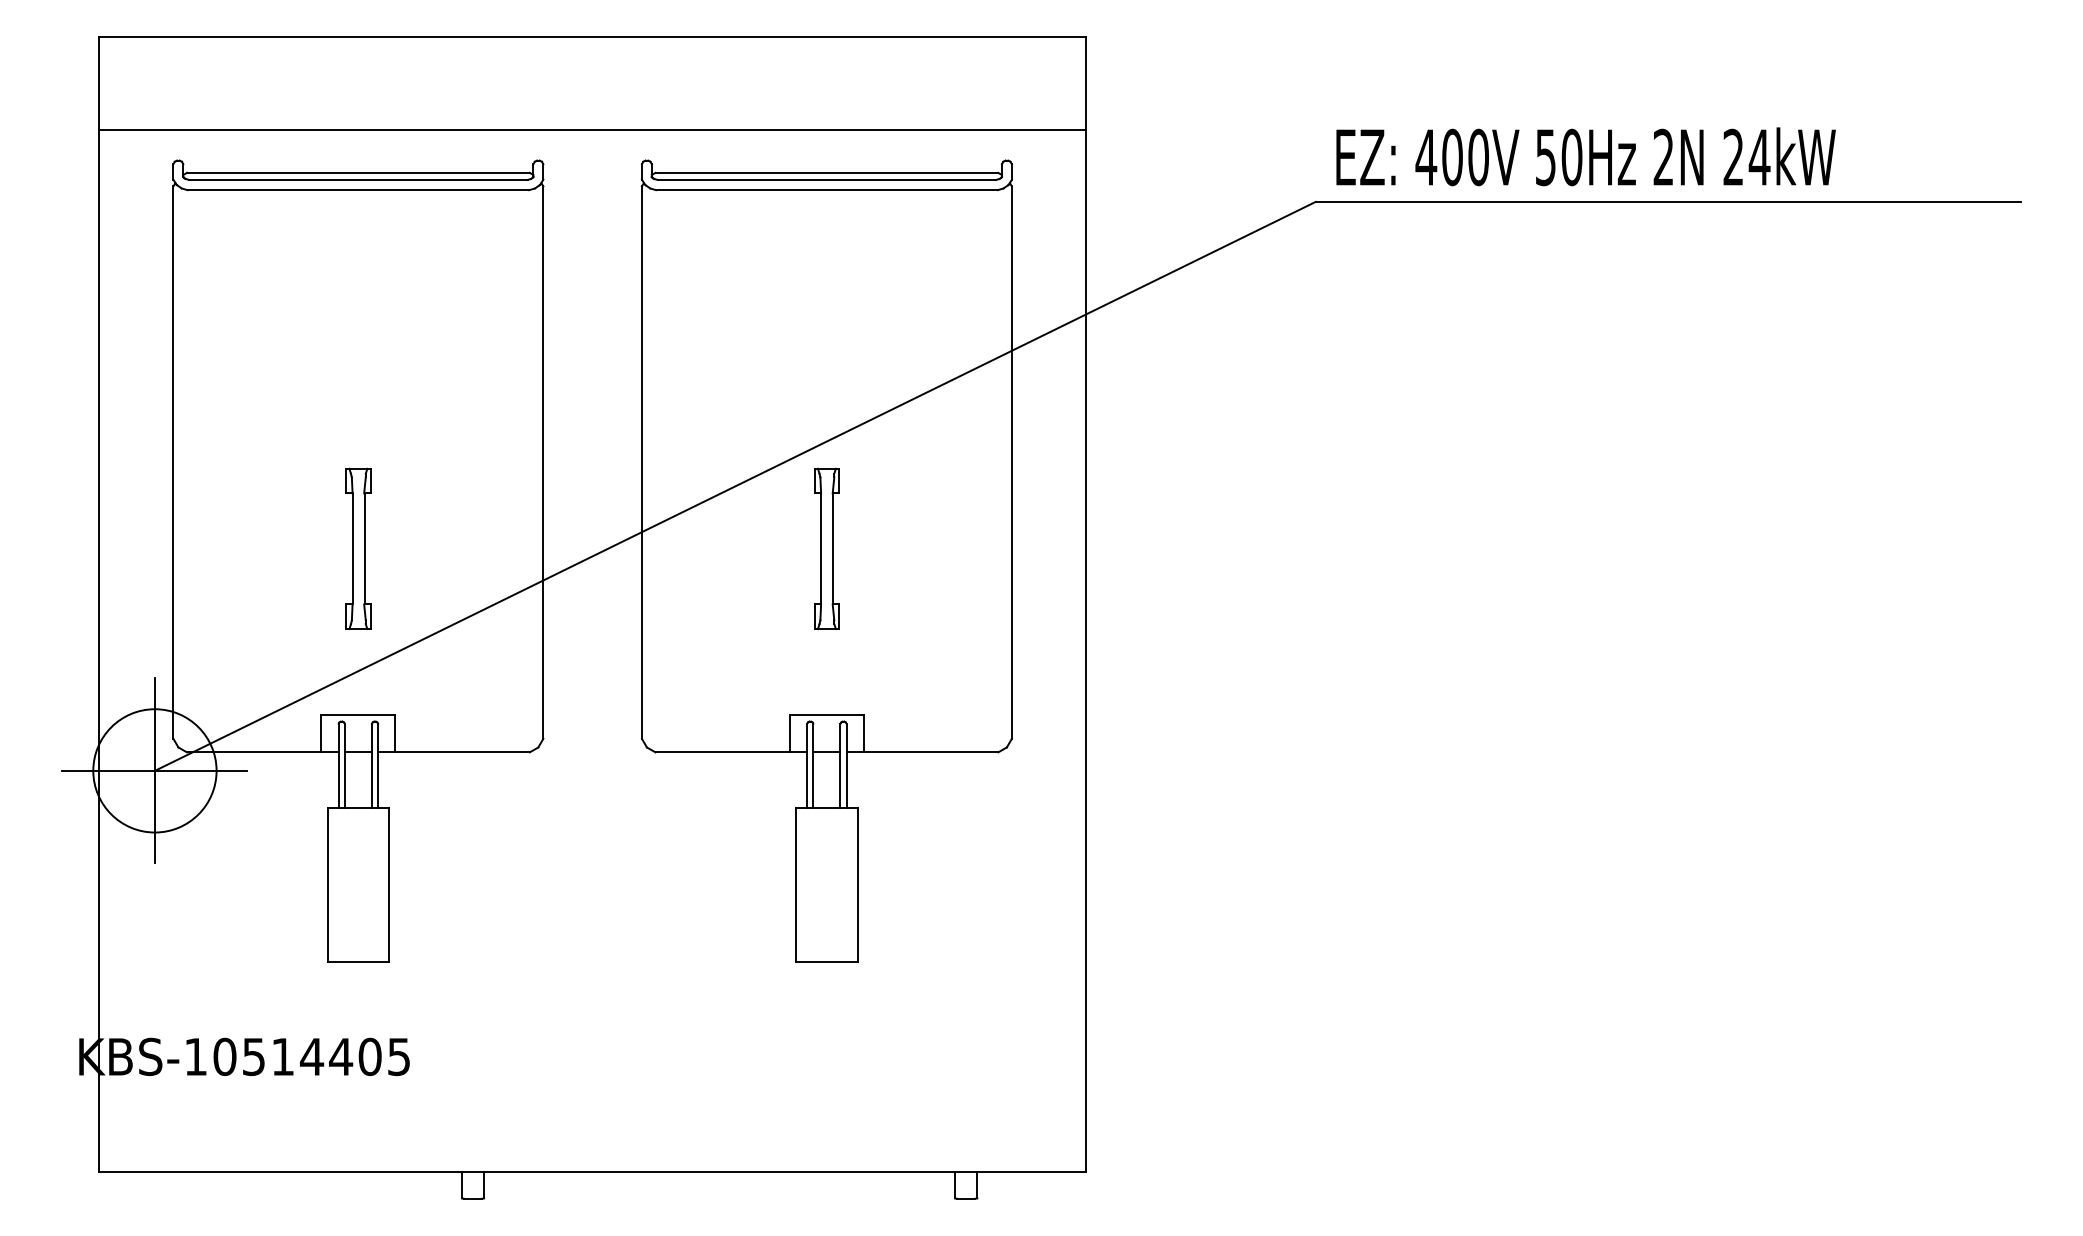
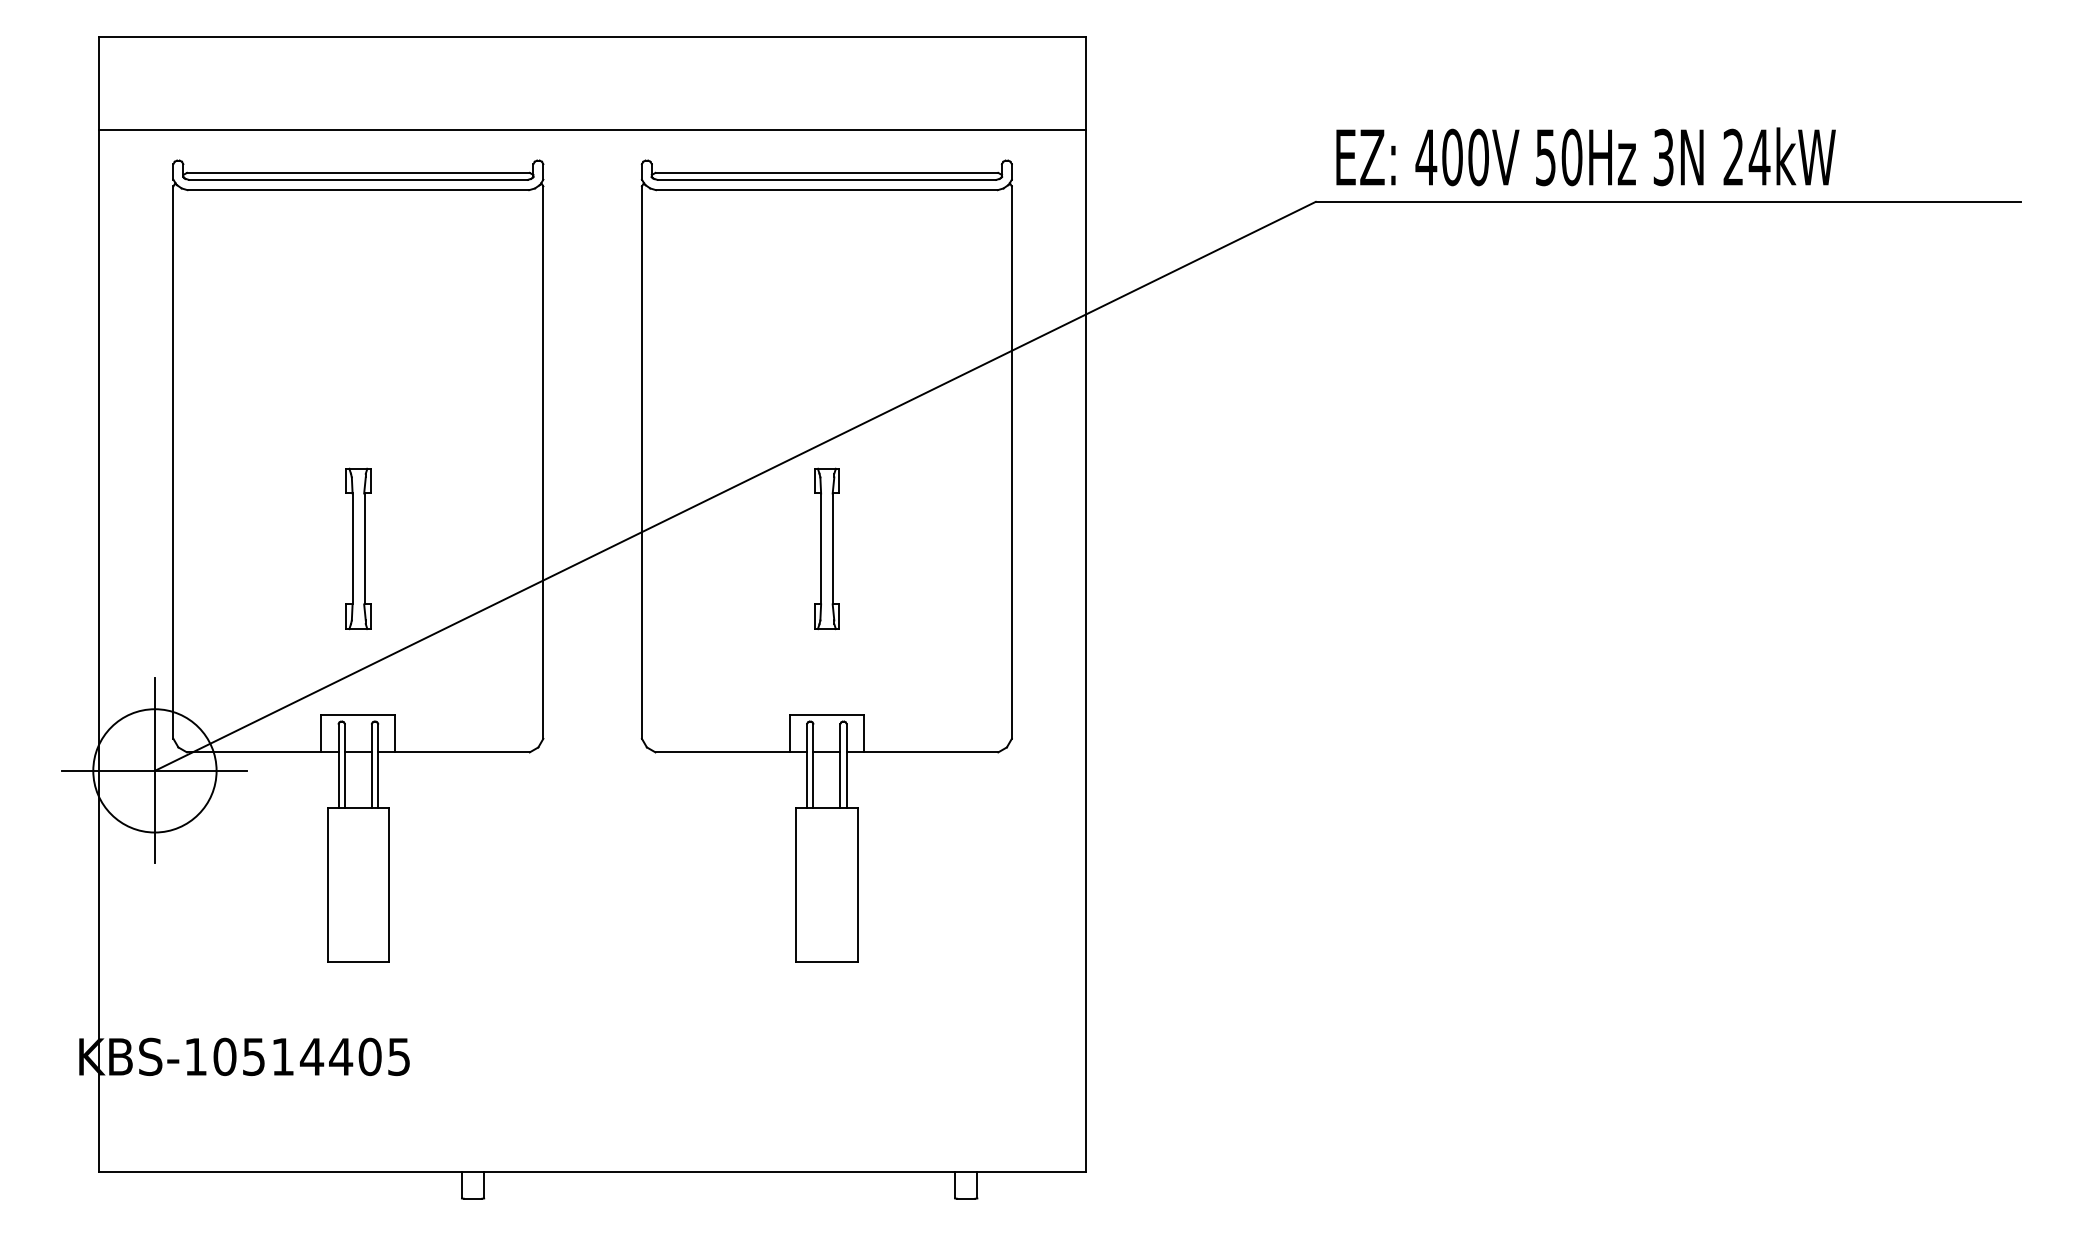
text at (1663, 157): 2N -> 3N
